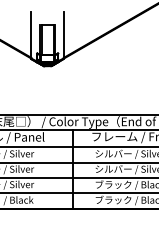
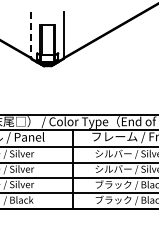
line at (31, 35): solid -> dashed
